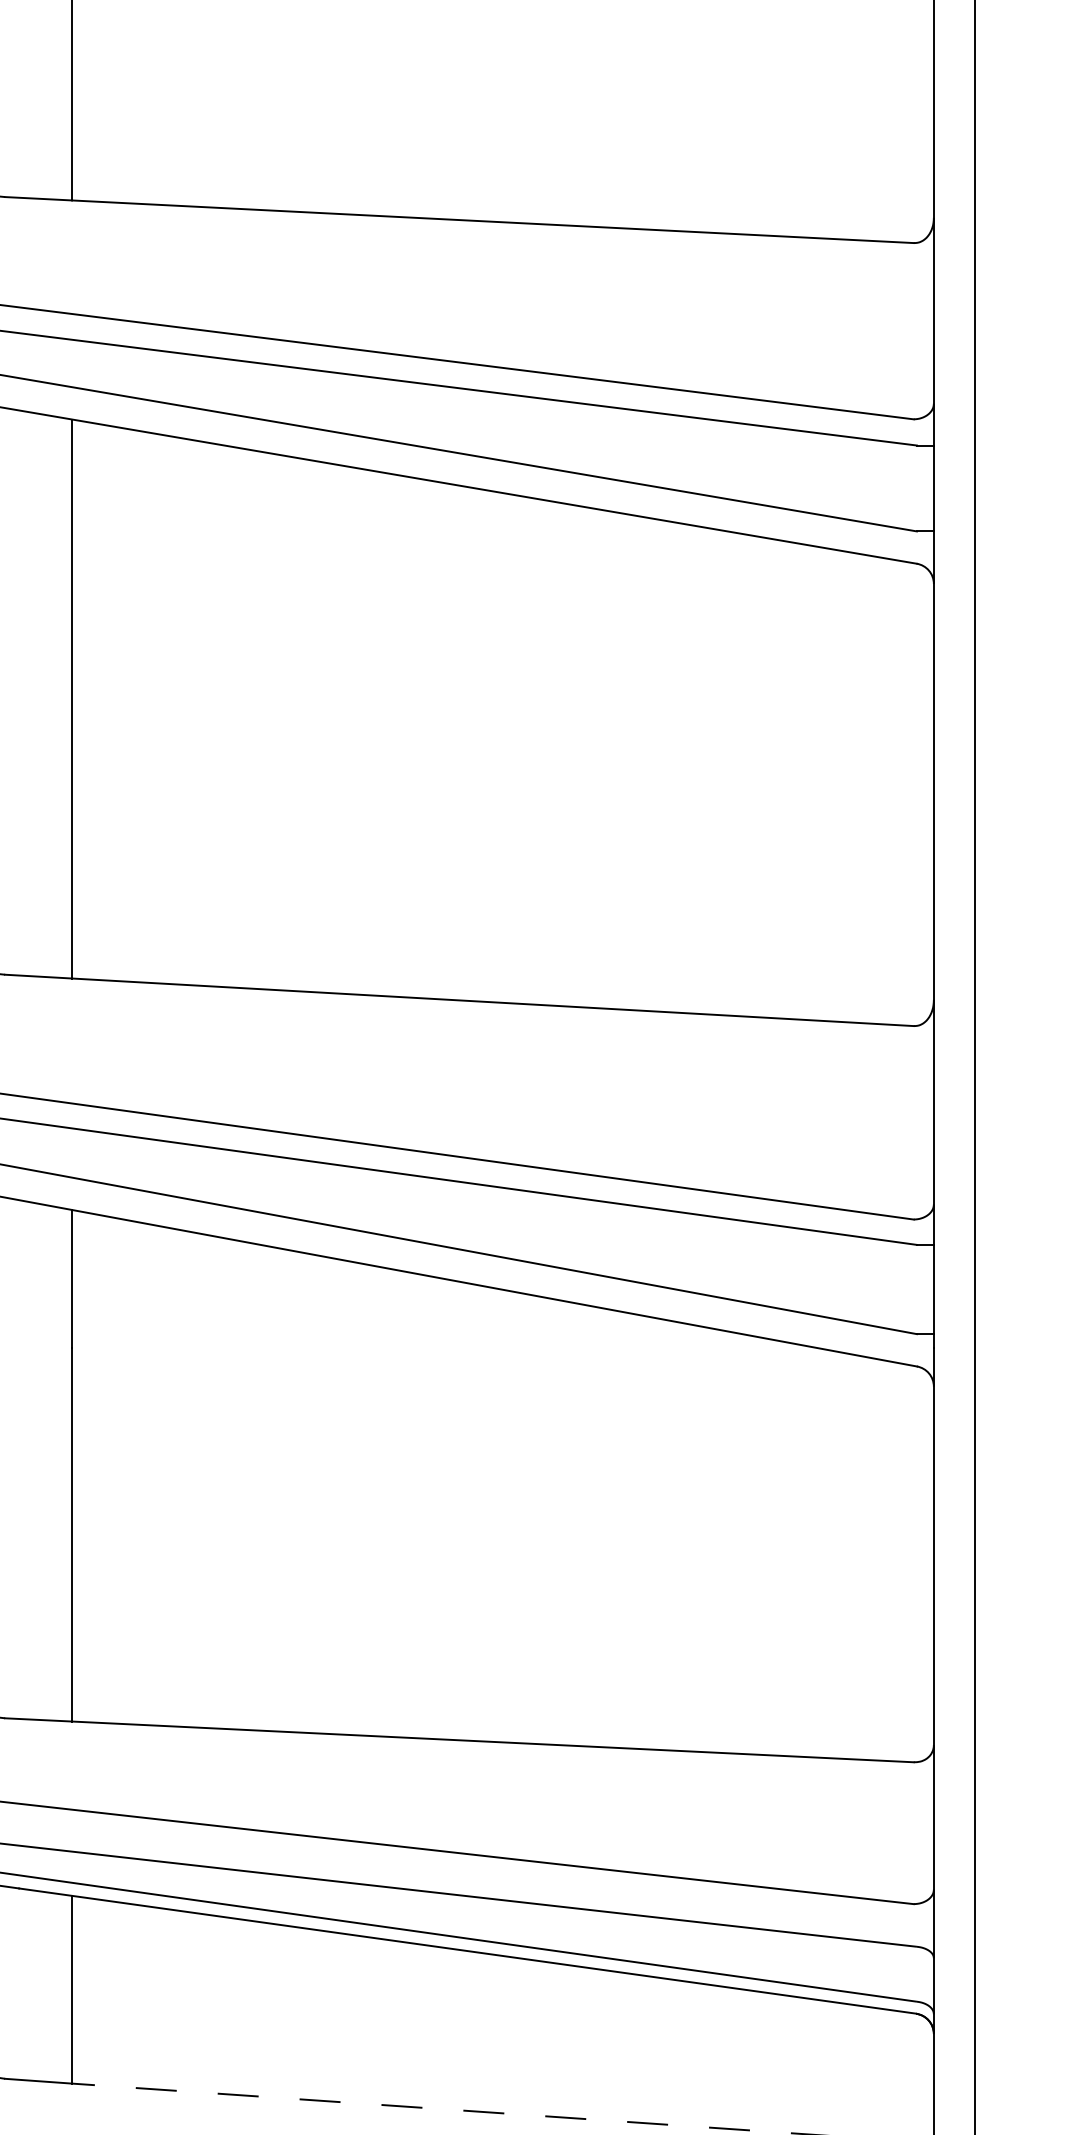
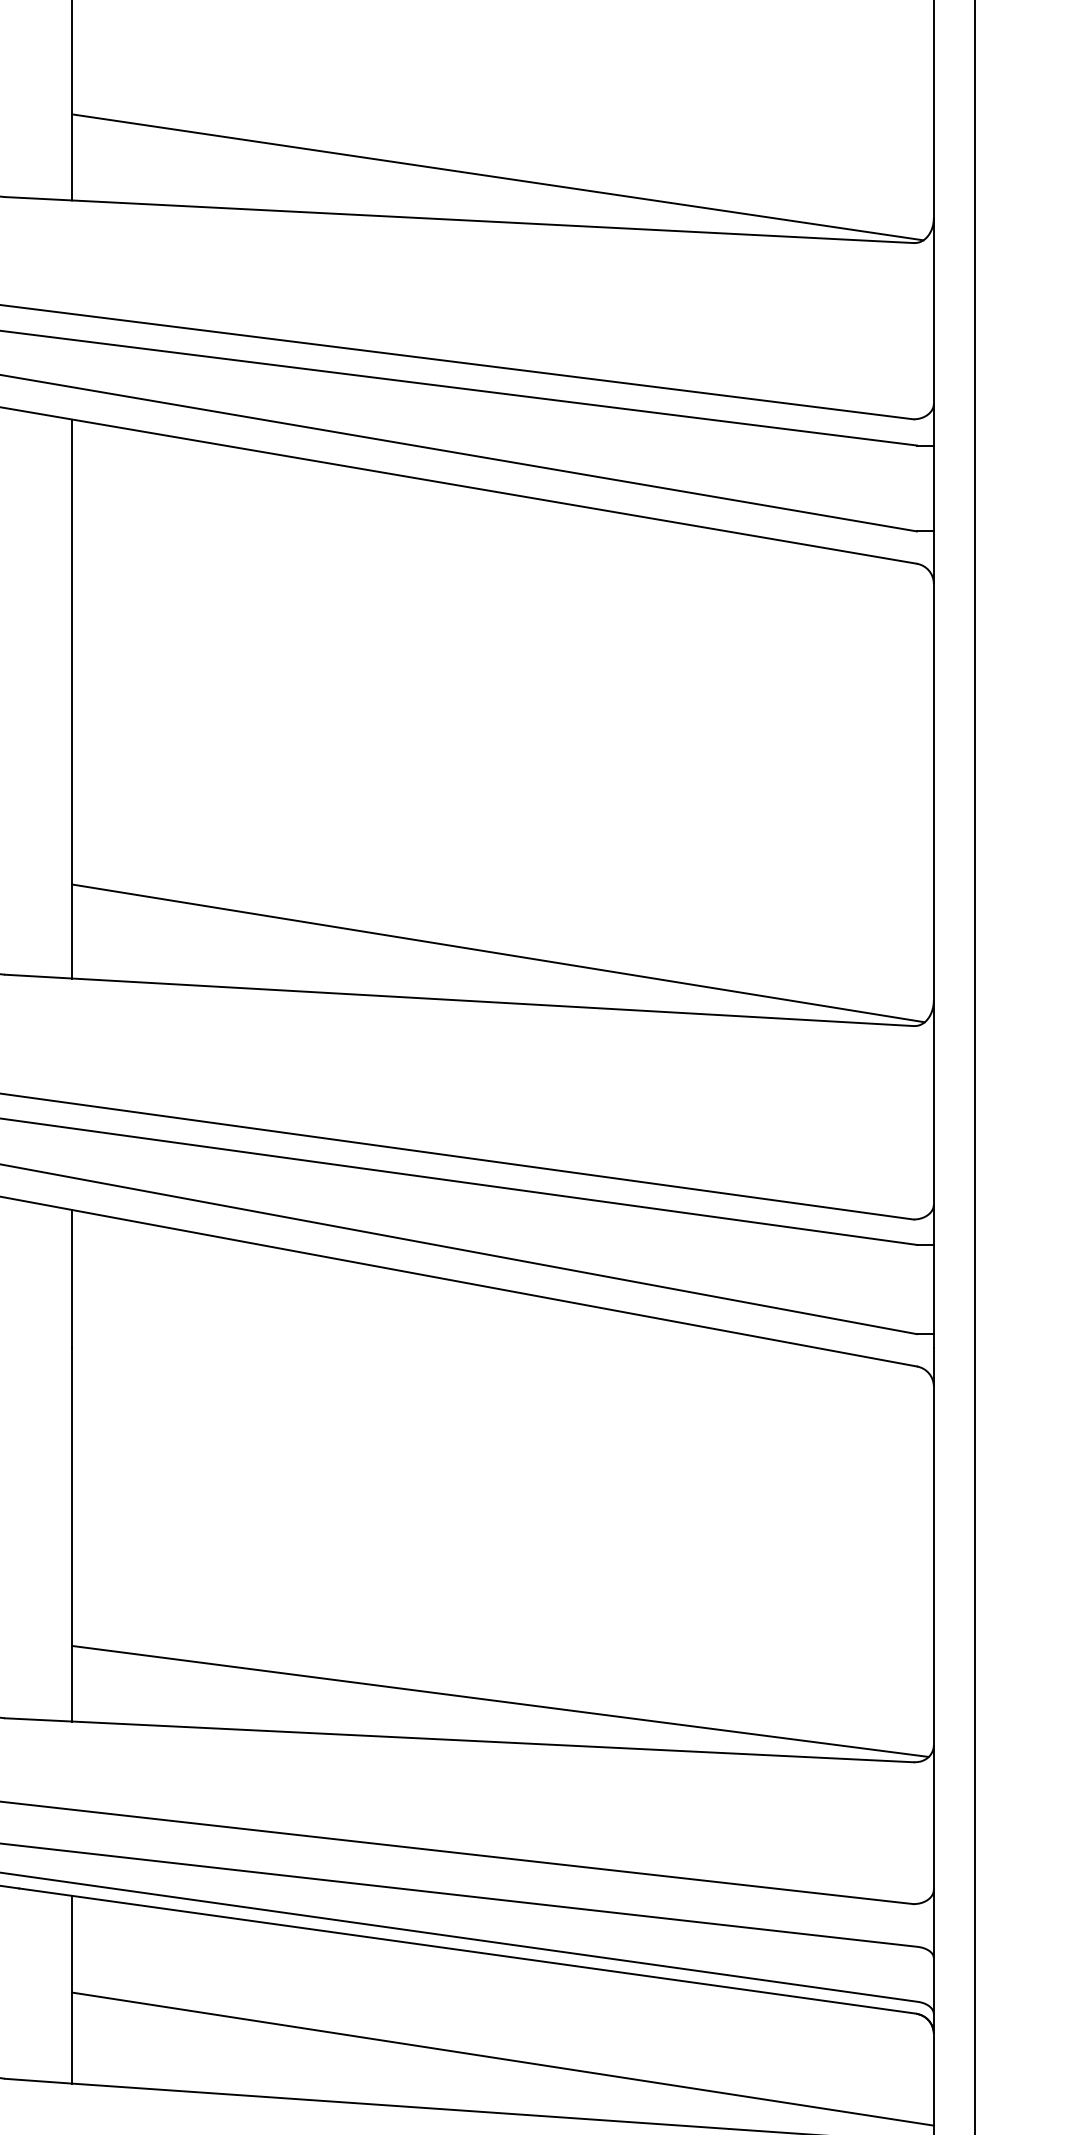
line at (497, 177): none -> present
line at (498, 953): none -> present
line at (500, 1700): none -> present
line at (502, 2058): none -> present
line at (444, 2109): dashed -> solid
